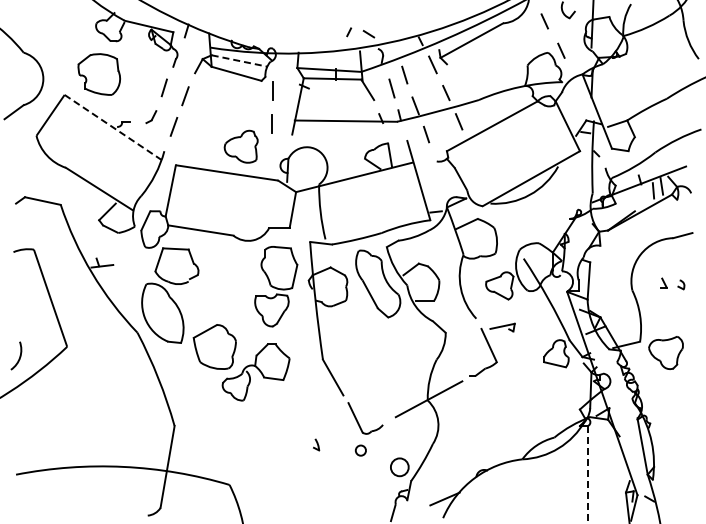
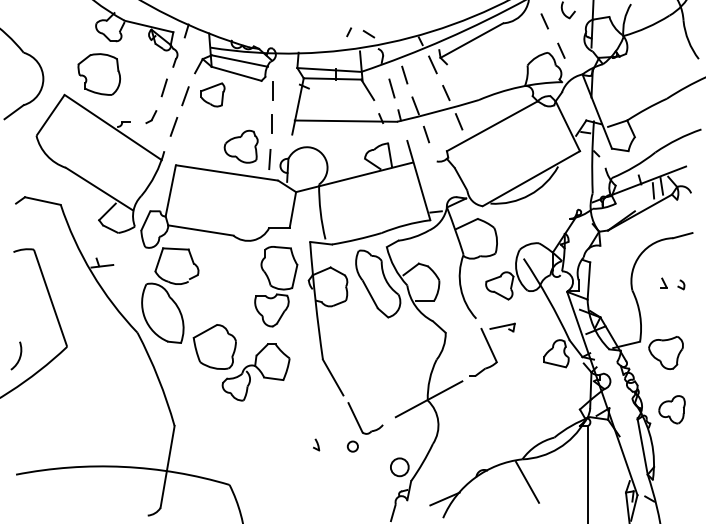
line at (239, 61): dashed -> solid
part at (212, 94): none -> present
line at (113, 127): dashed -> solid
line at (269, 159): none -> present
part at (671, 409): none -> present
circle at (360, 450) position: (360, 450) -> (352, 446)
line at (587, 475): dashed -> solid
line at (527, 481): none -> present
